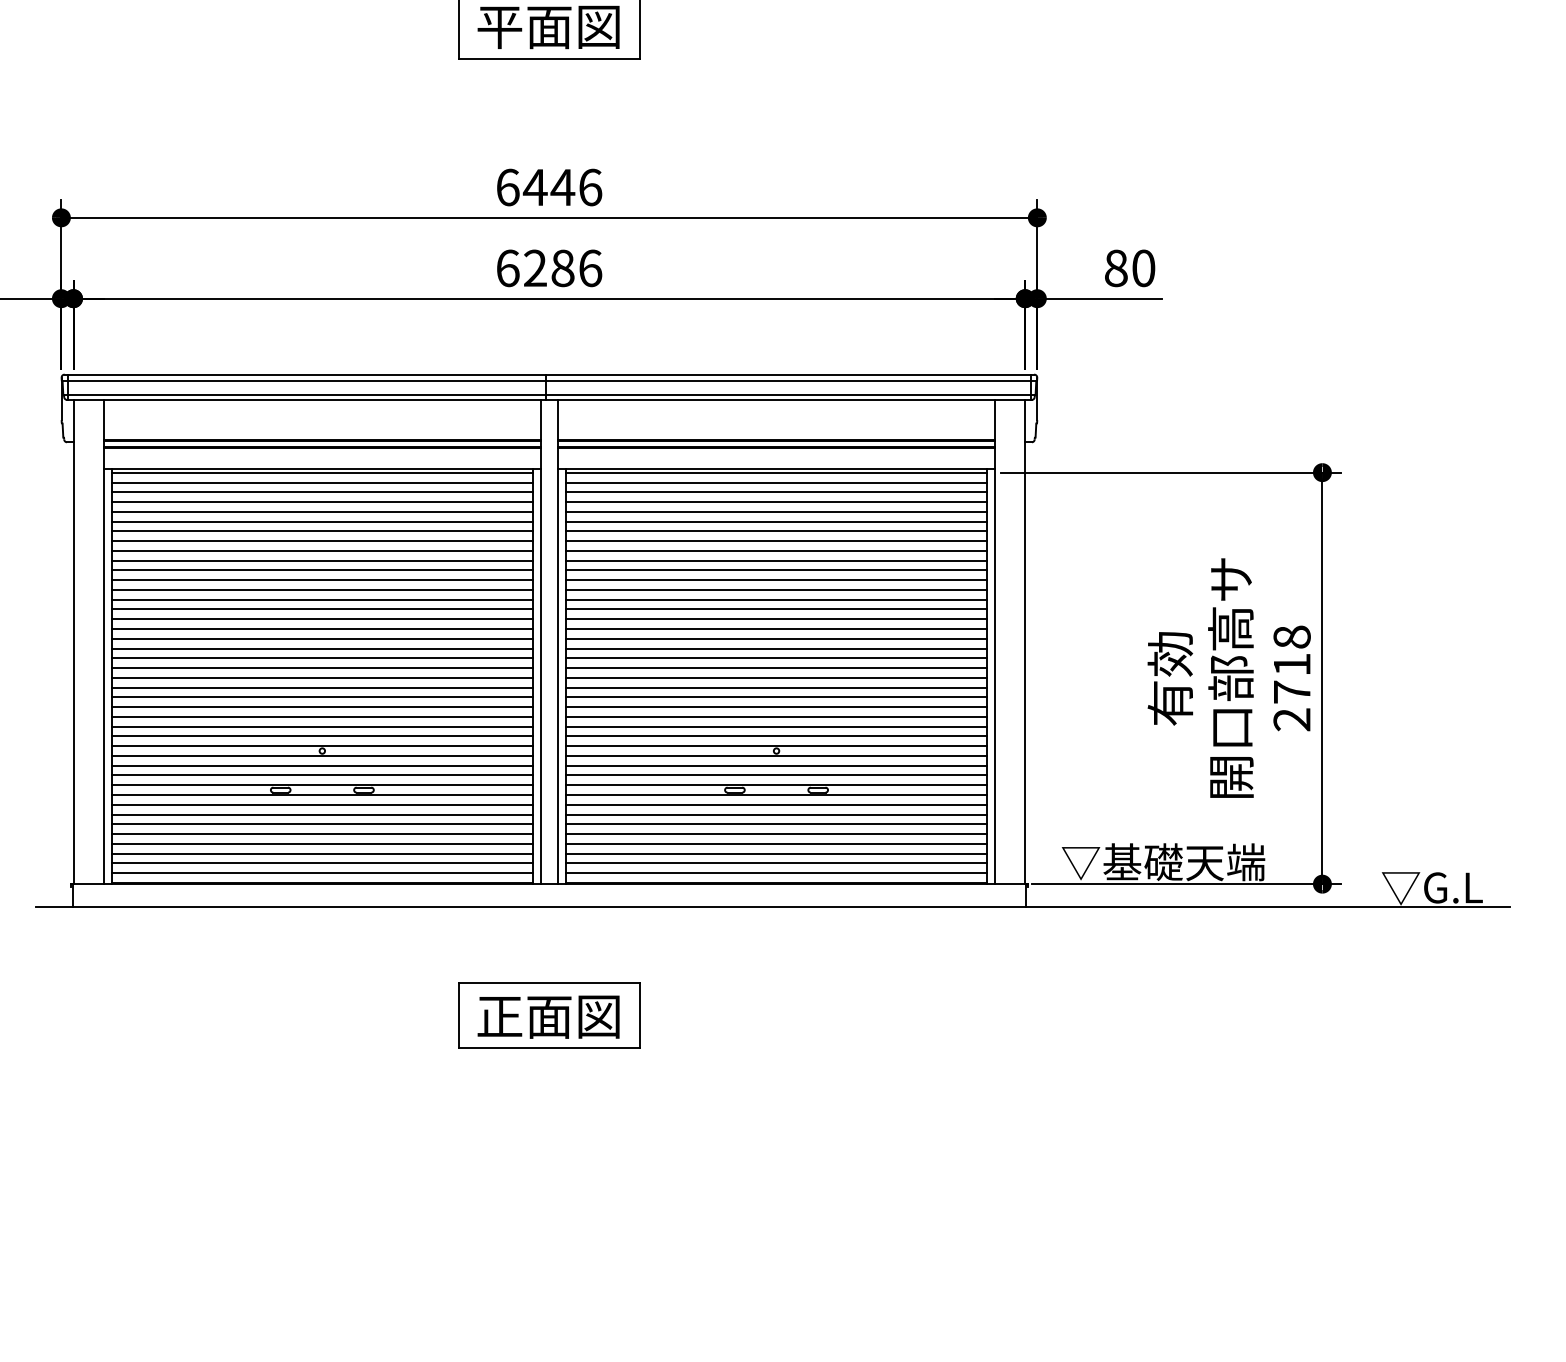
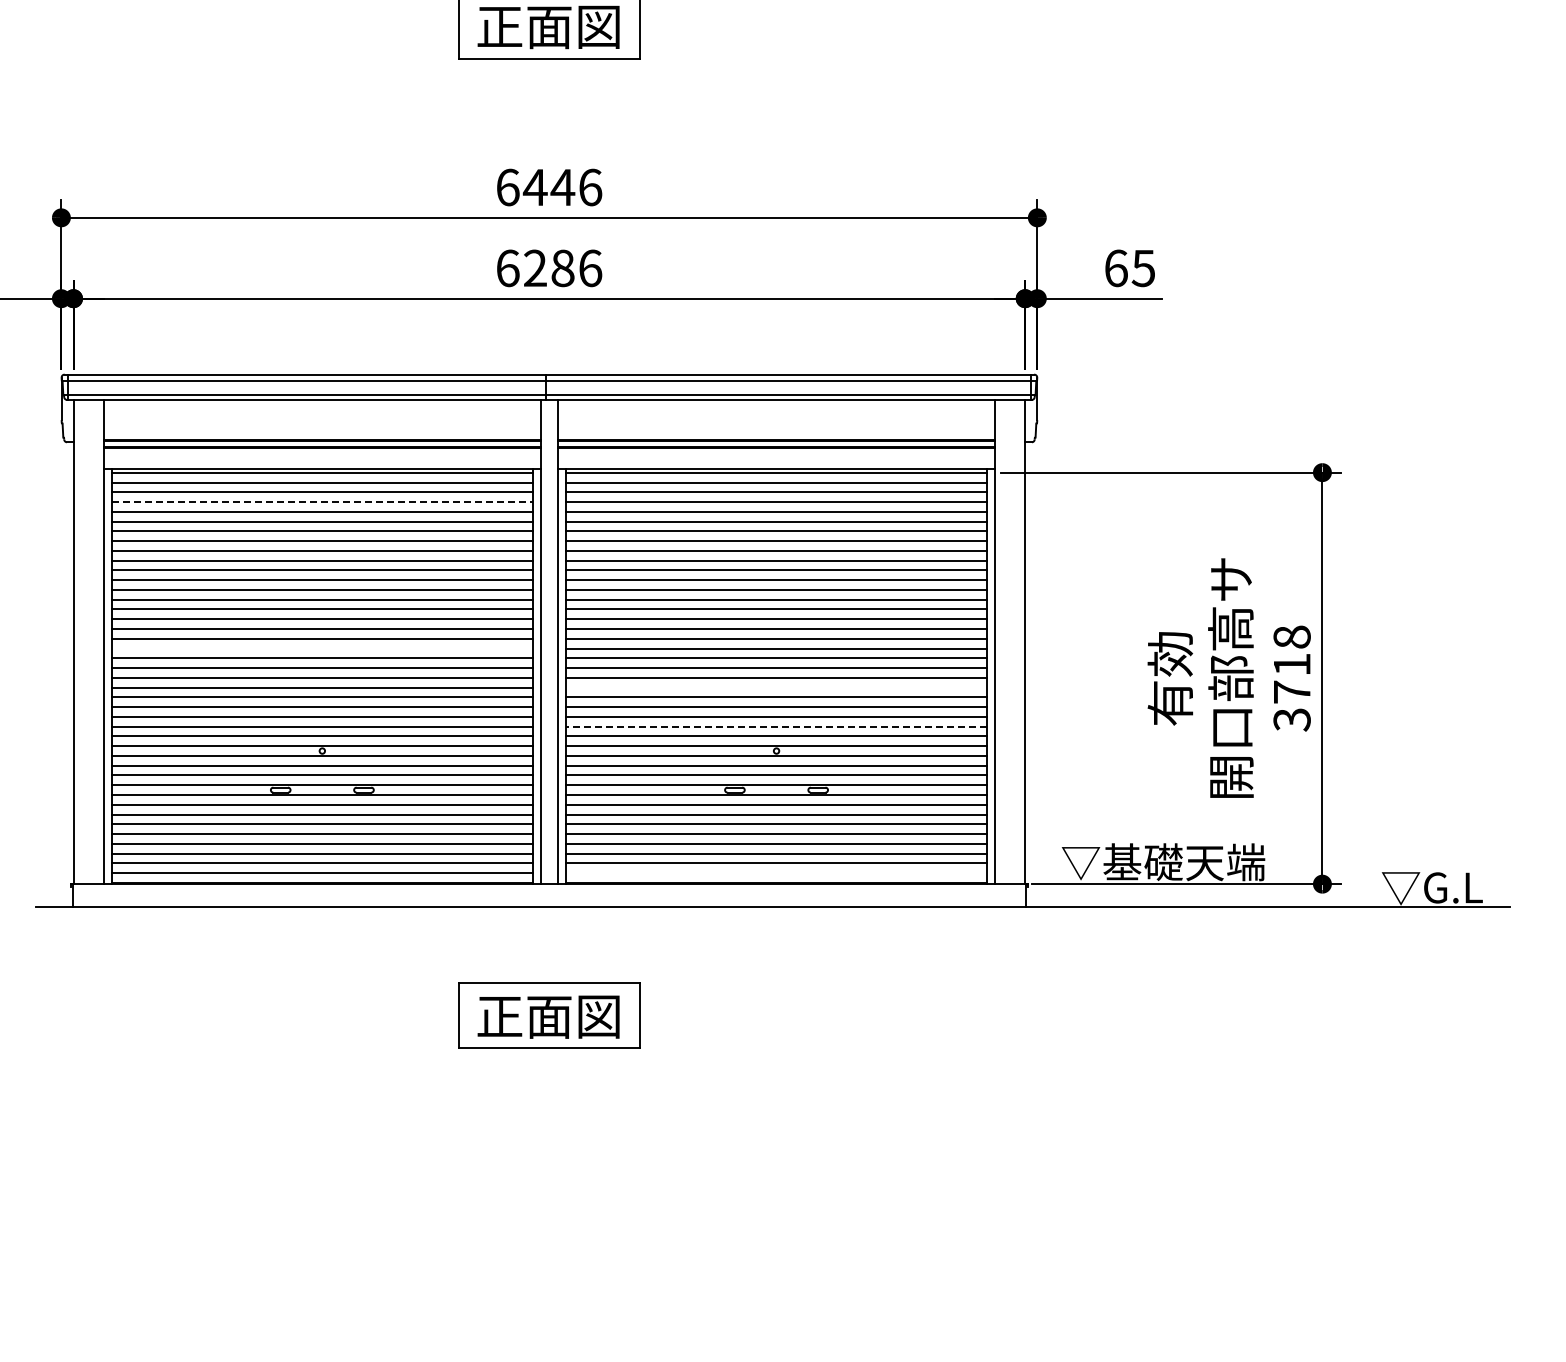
text at (499, 27): 平面図 -> 正面図
text at (1130, 268): 80 -> 65
line at (322, 502): solid -> dashed
line at (321, 648): present -> none
line at (776, 687): present -> none
text at (1291, 719): 2718 -> 3718
line at (776, 726): solid -> dashed
line at (776, 873): present -> none
